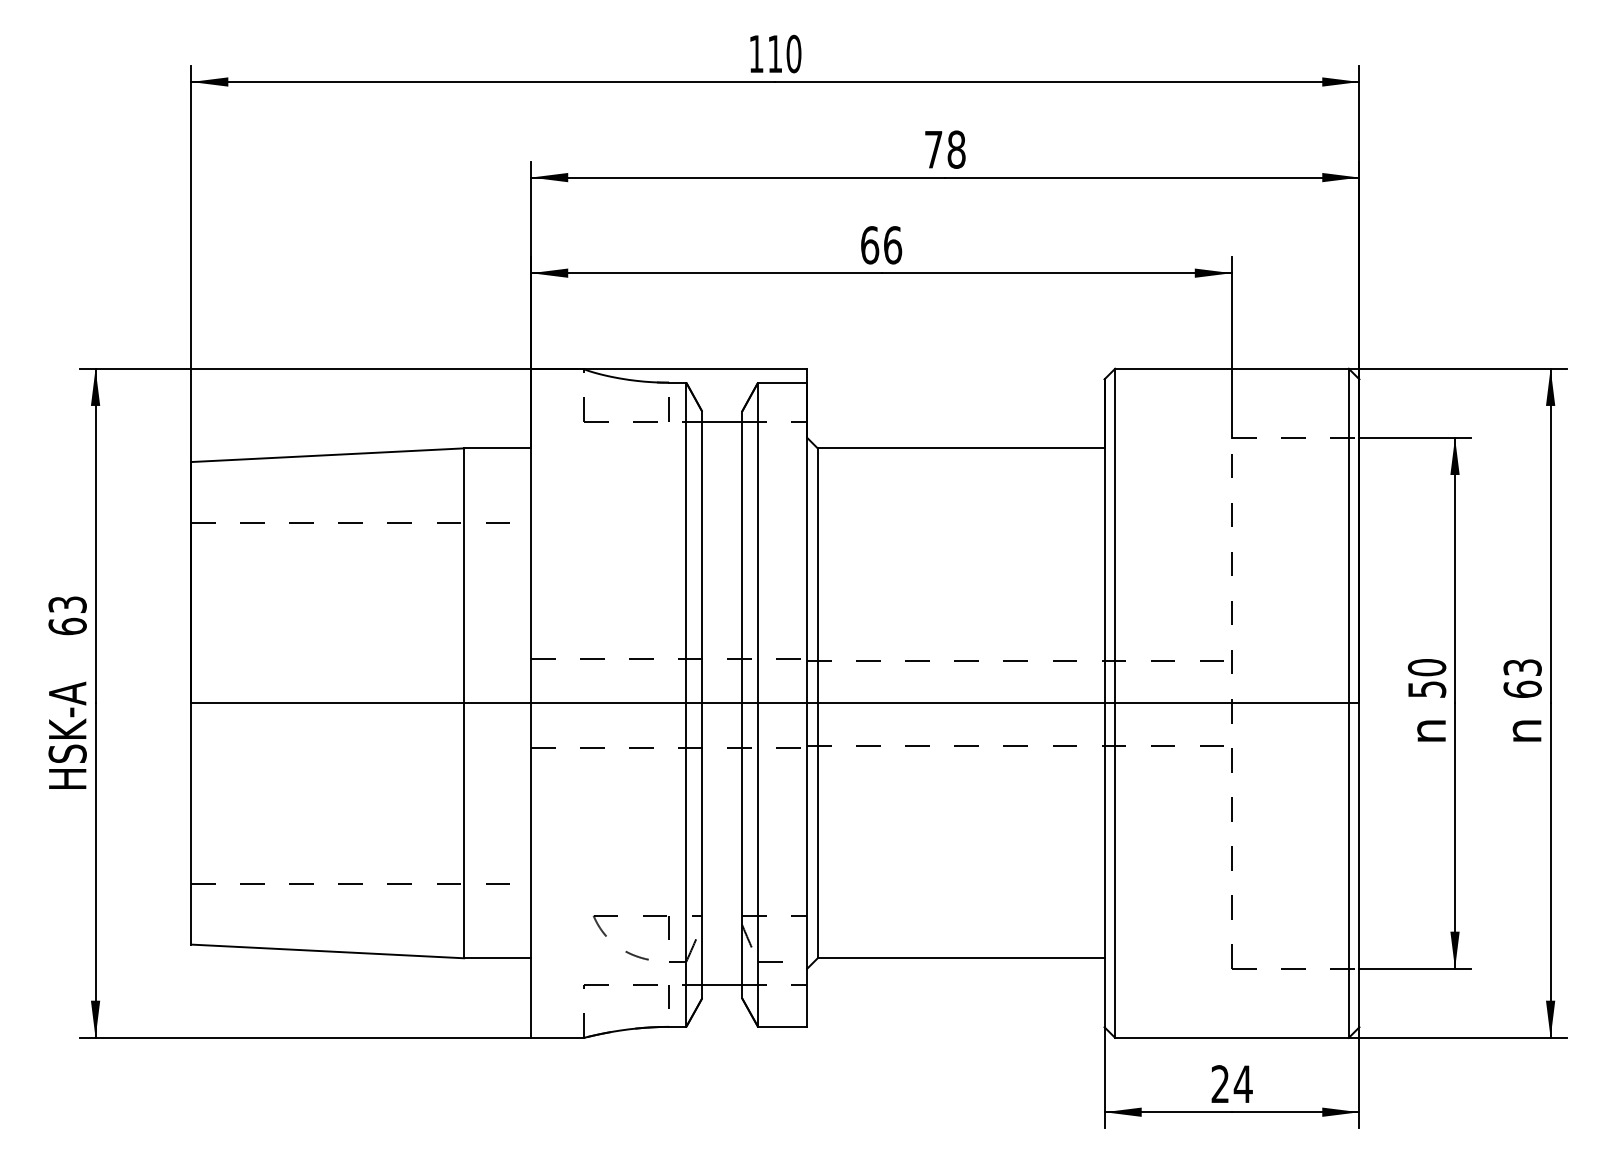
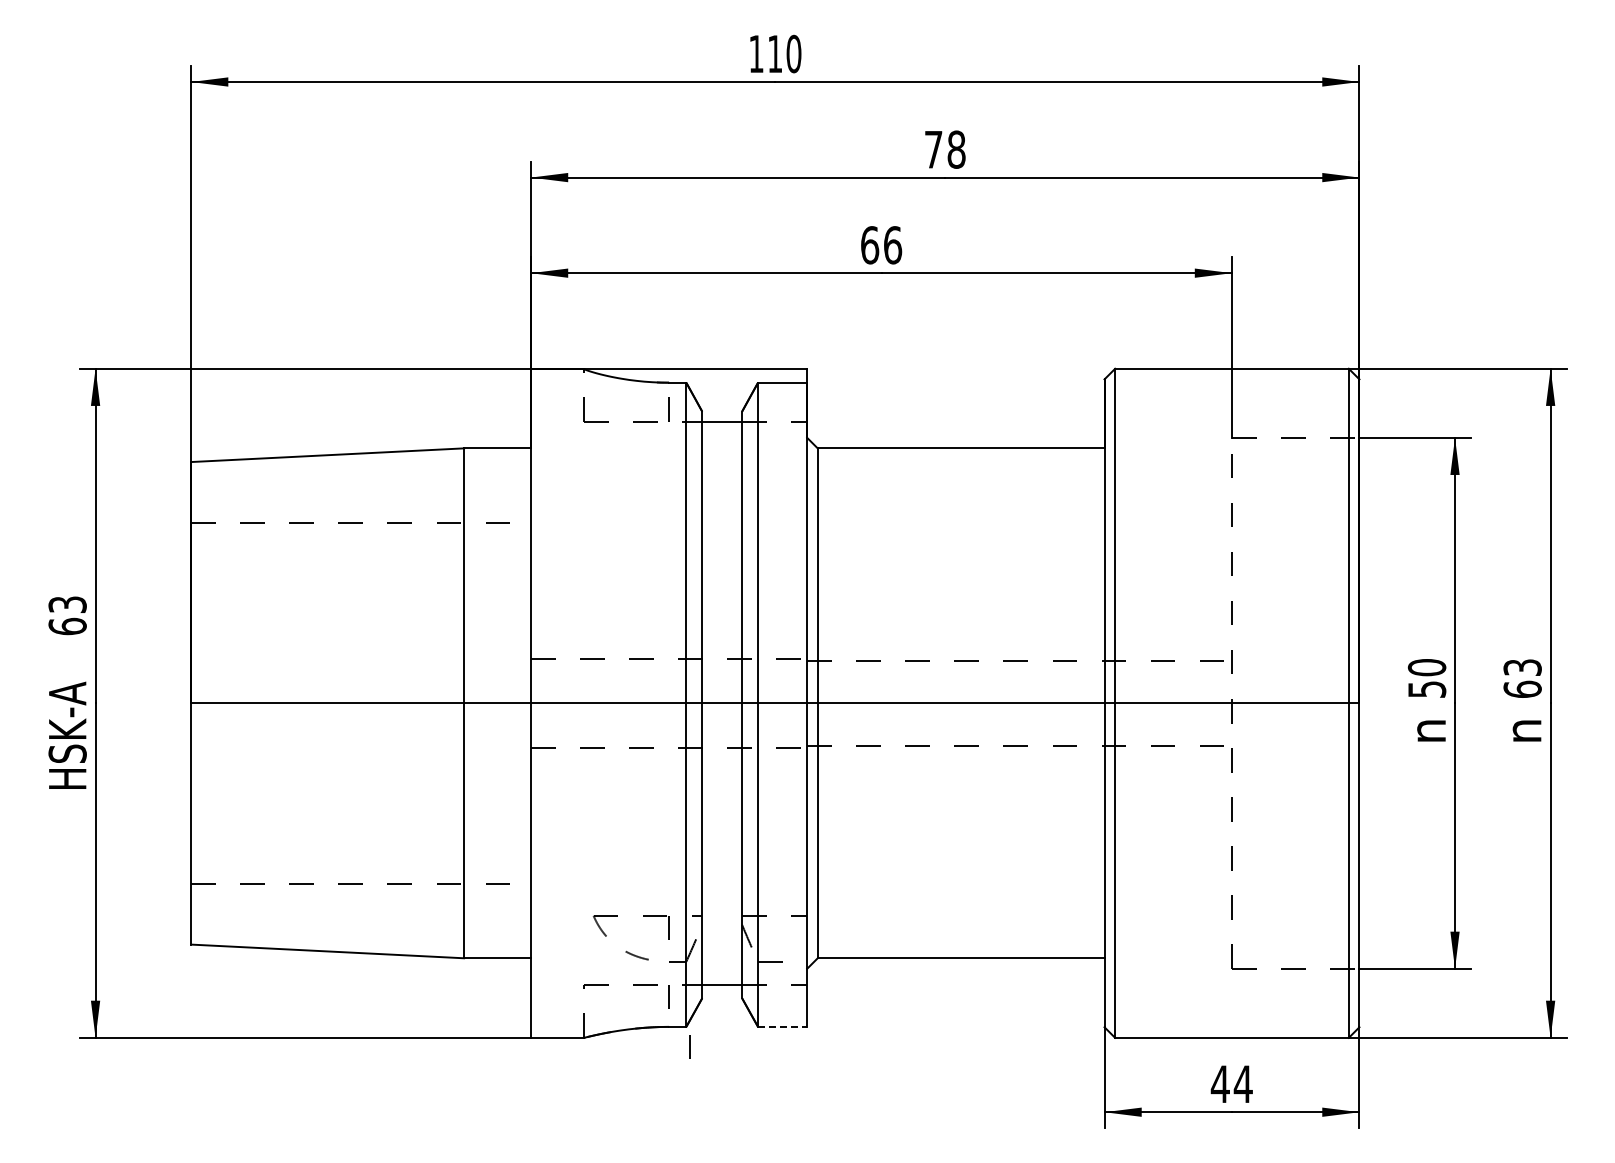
line at (782, 1026): solid -> dashed
line at (689, 1046): none -> present
text at (1219, 1083): 24 -> 44
